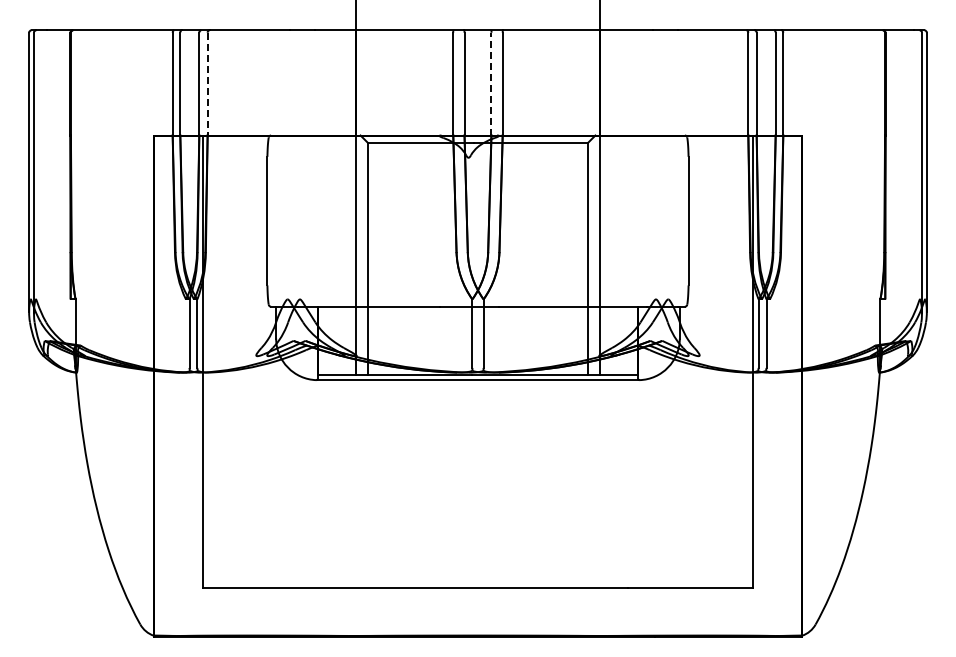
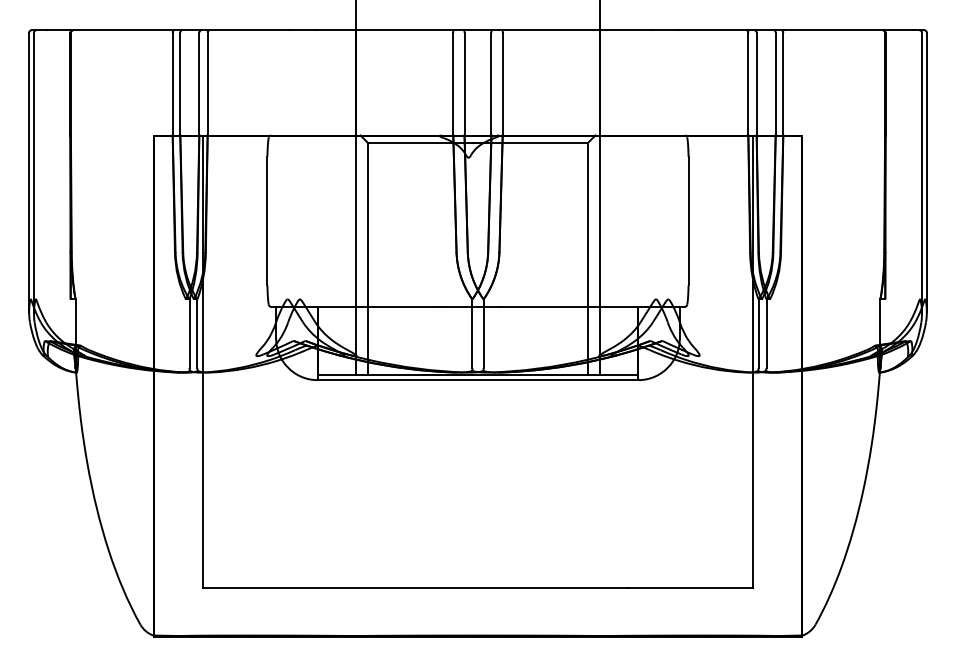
line at (491, 83): dashed -> solid
line at (207, 84): dashed -> solid
